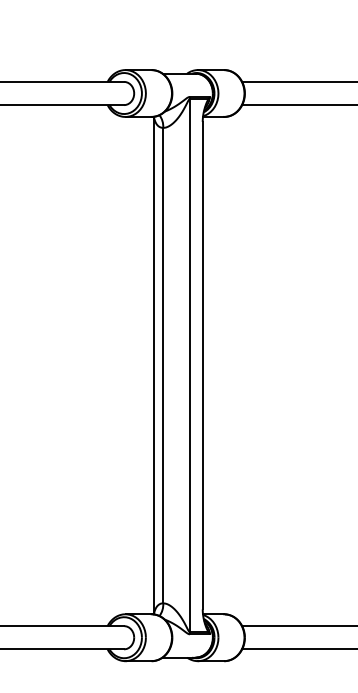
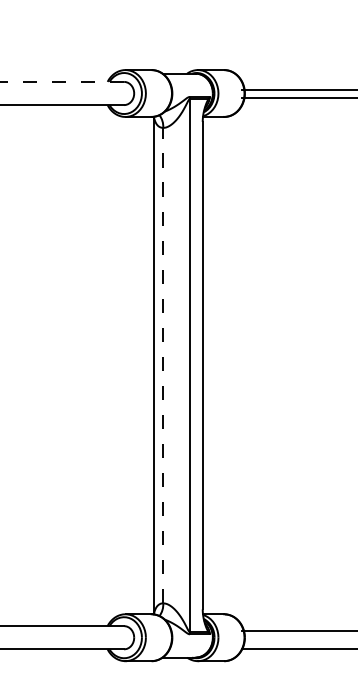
line at (62, 81): solid -> dashed
line at (298, 81) position: (298, 81) -> (298, 89)
line at (298, 105) position: (298, 105) -> (298, 98)
line at (163, 365): solid -> dashed
line at (298, 626) position: (298, 626) -> (298, 631)
